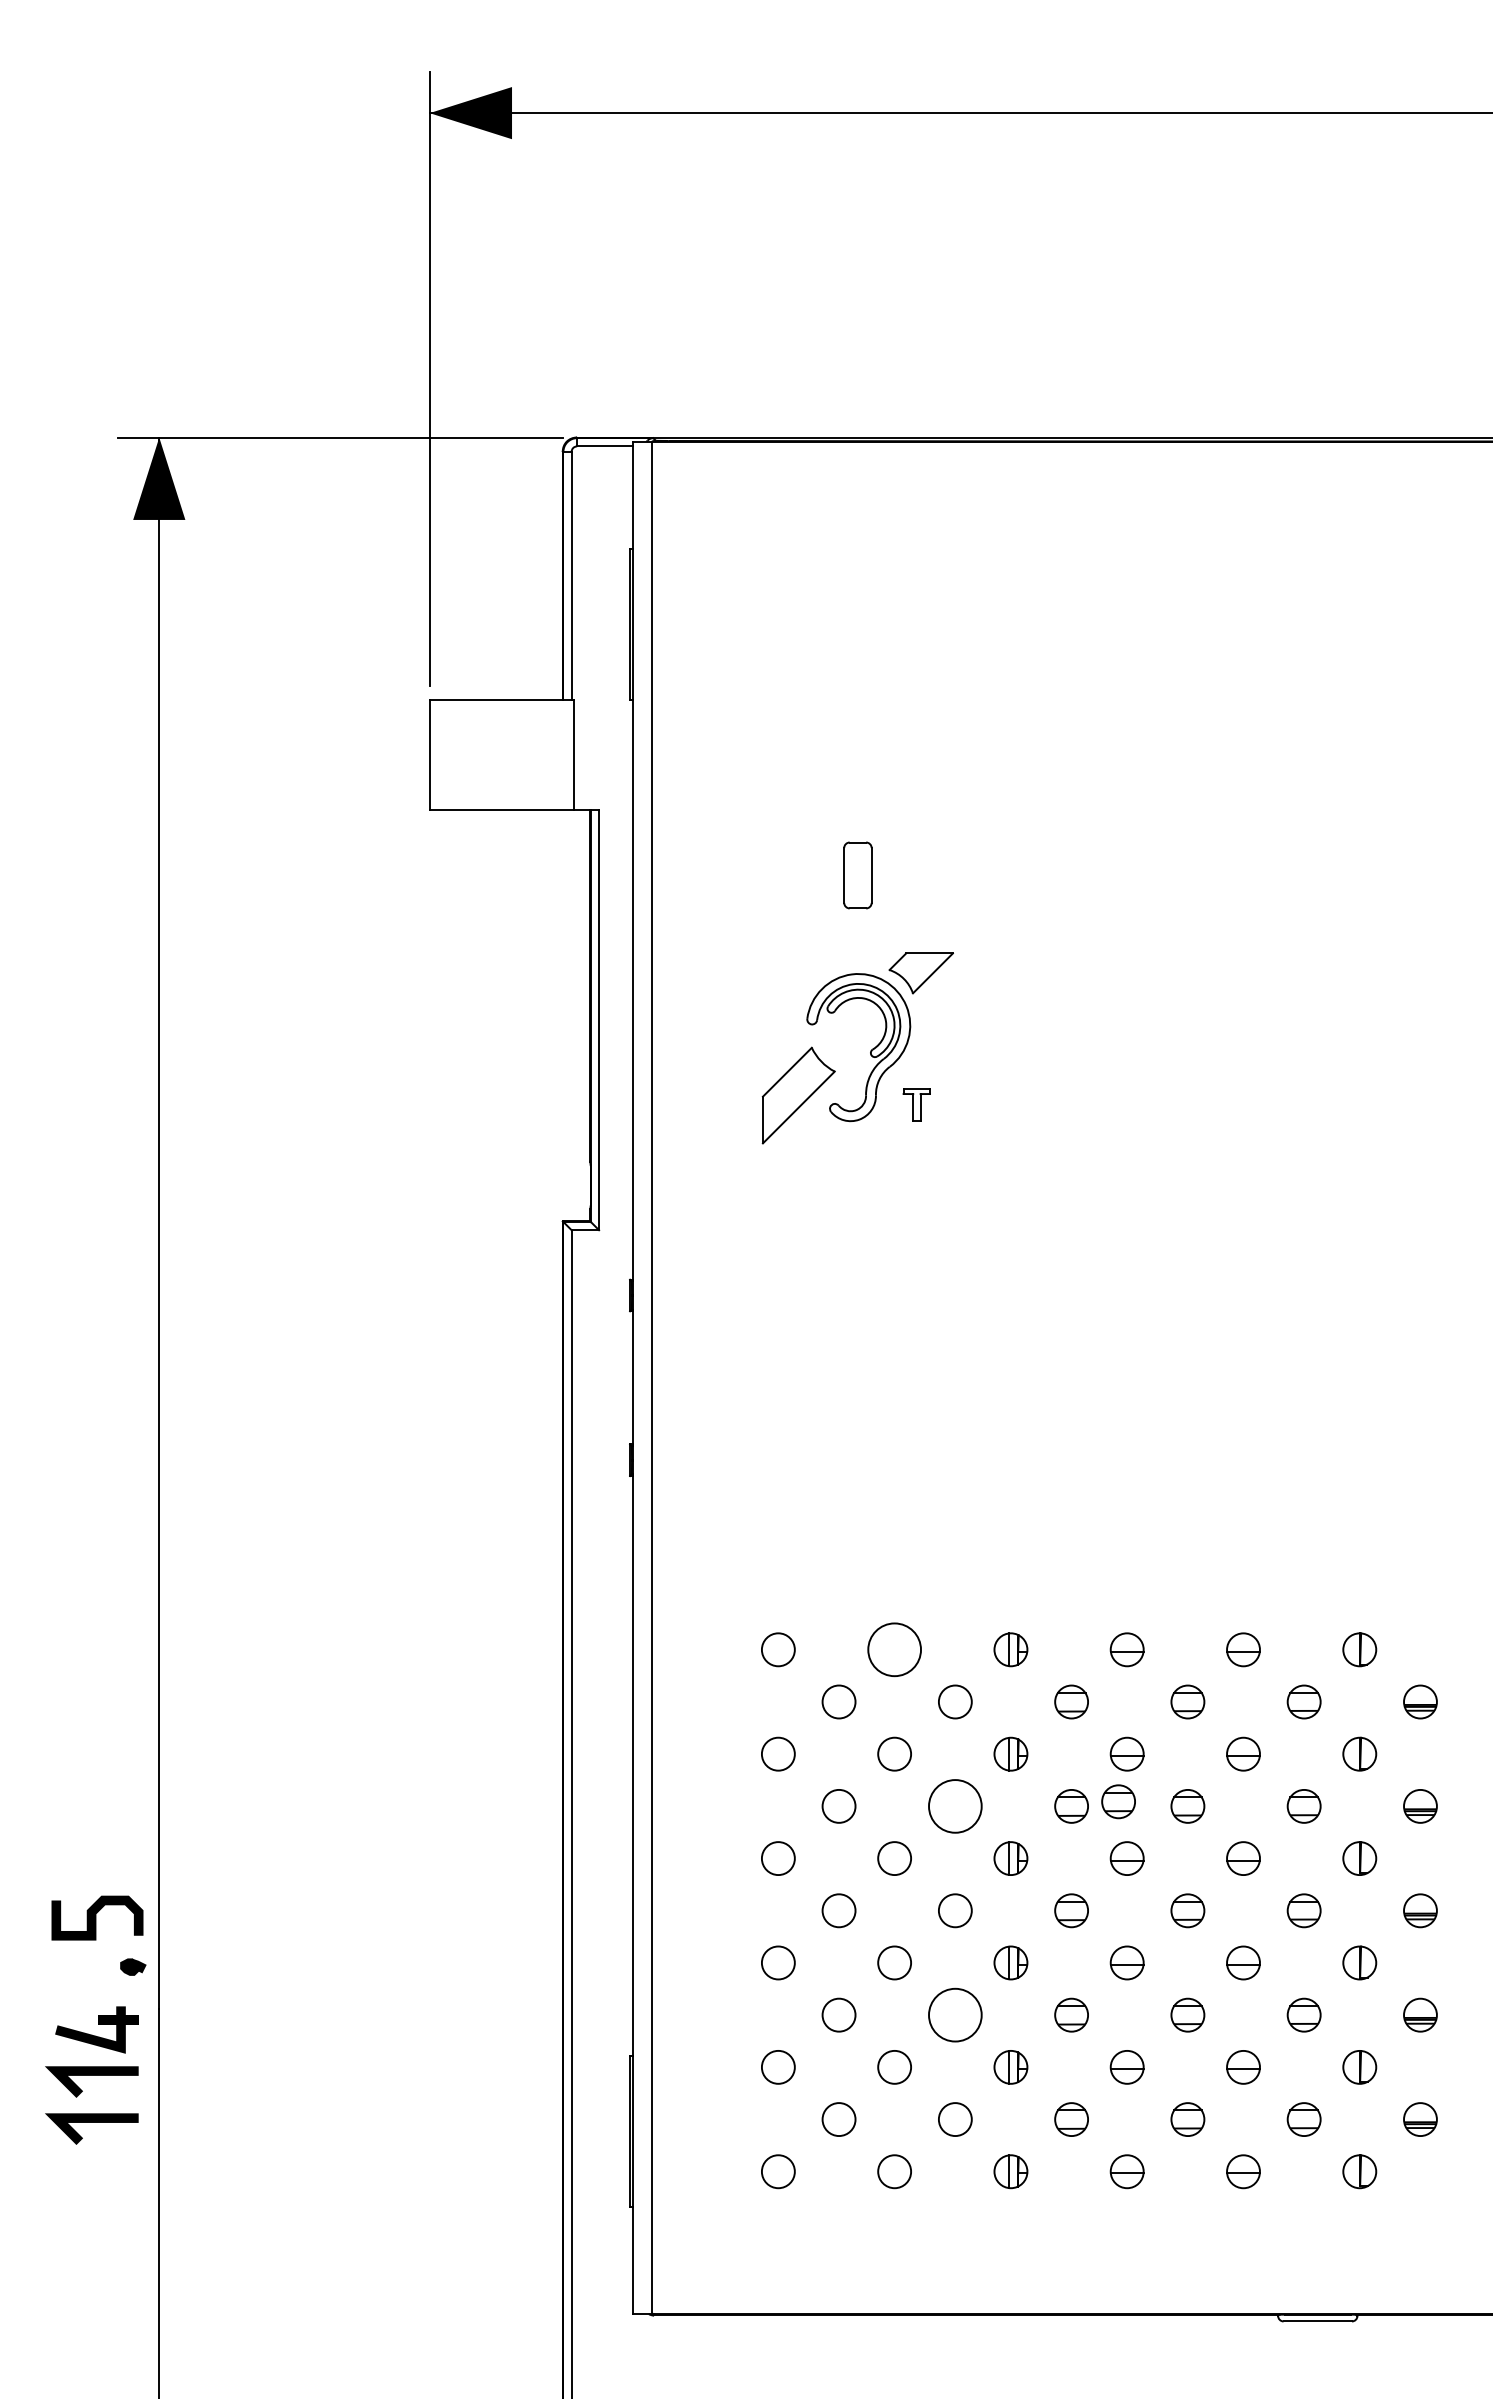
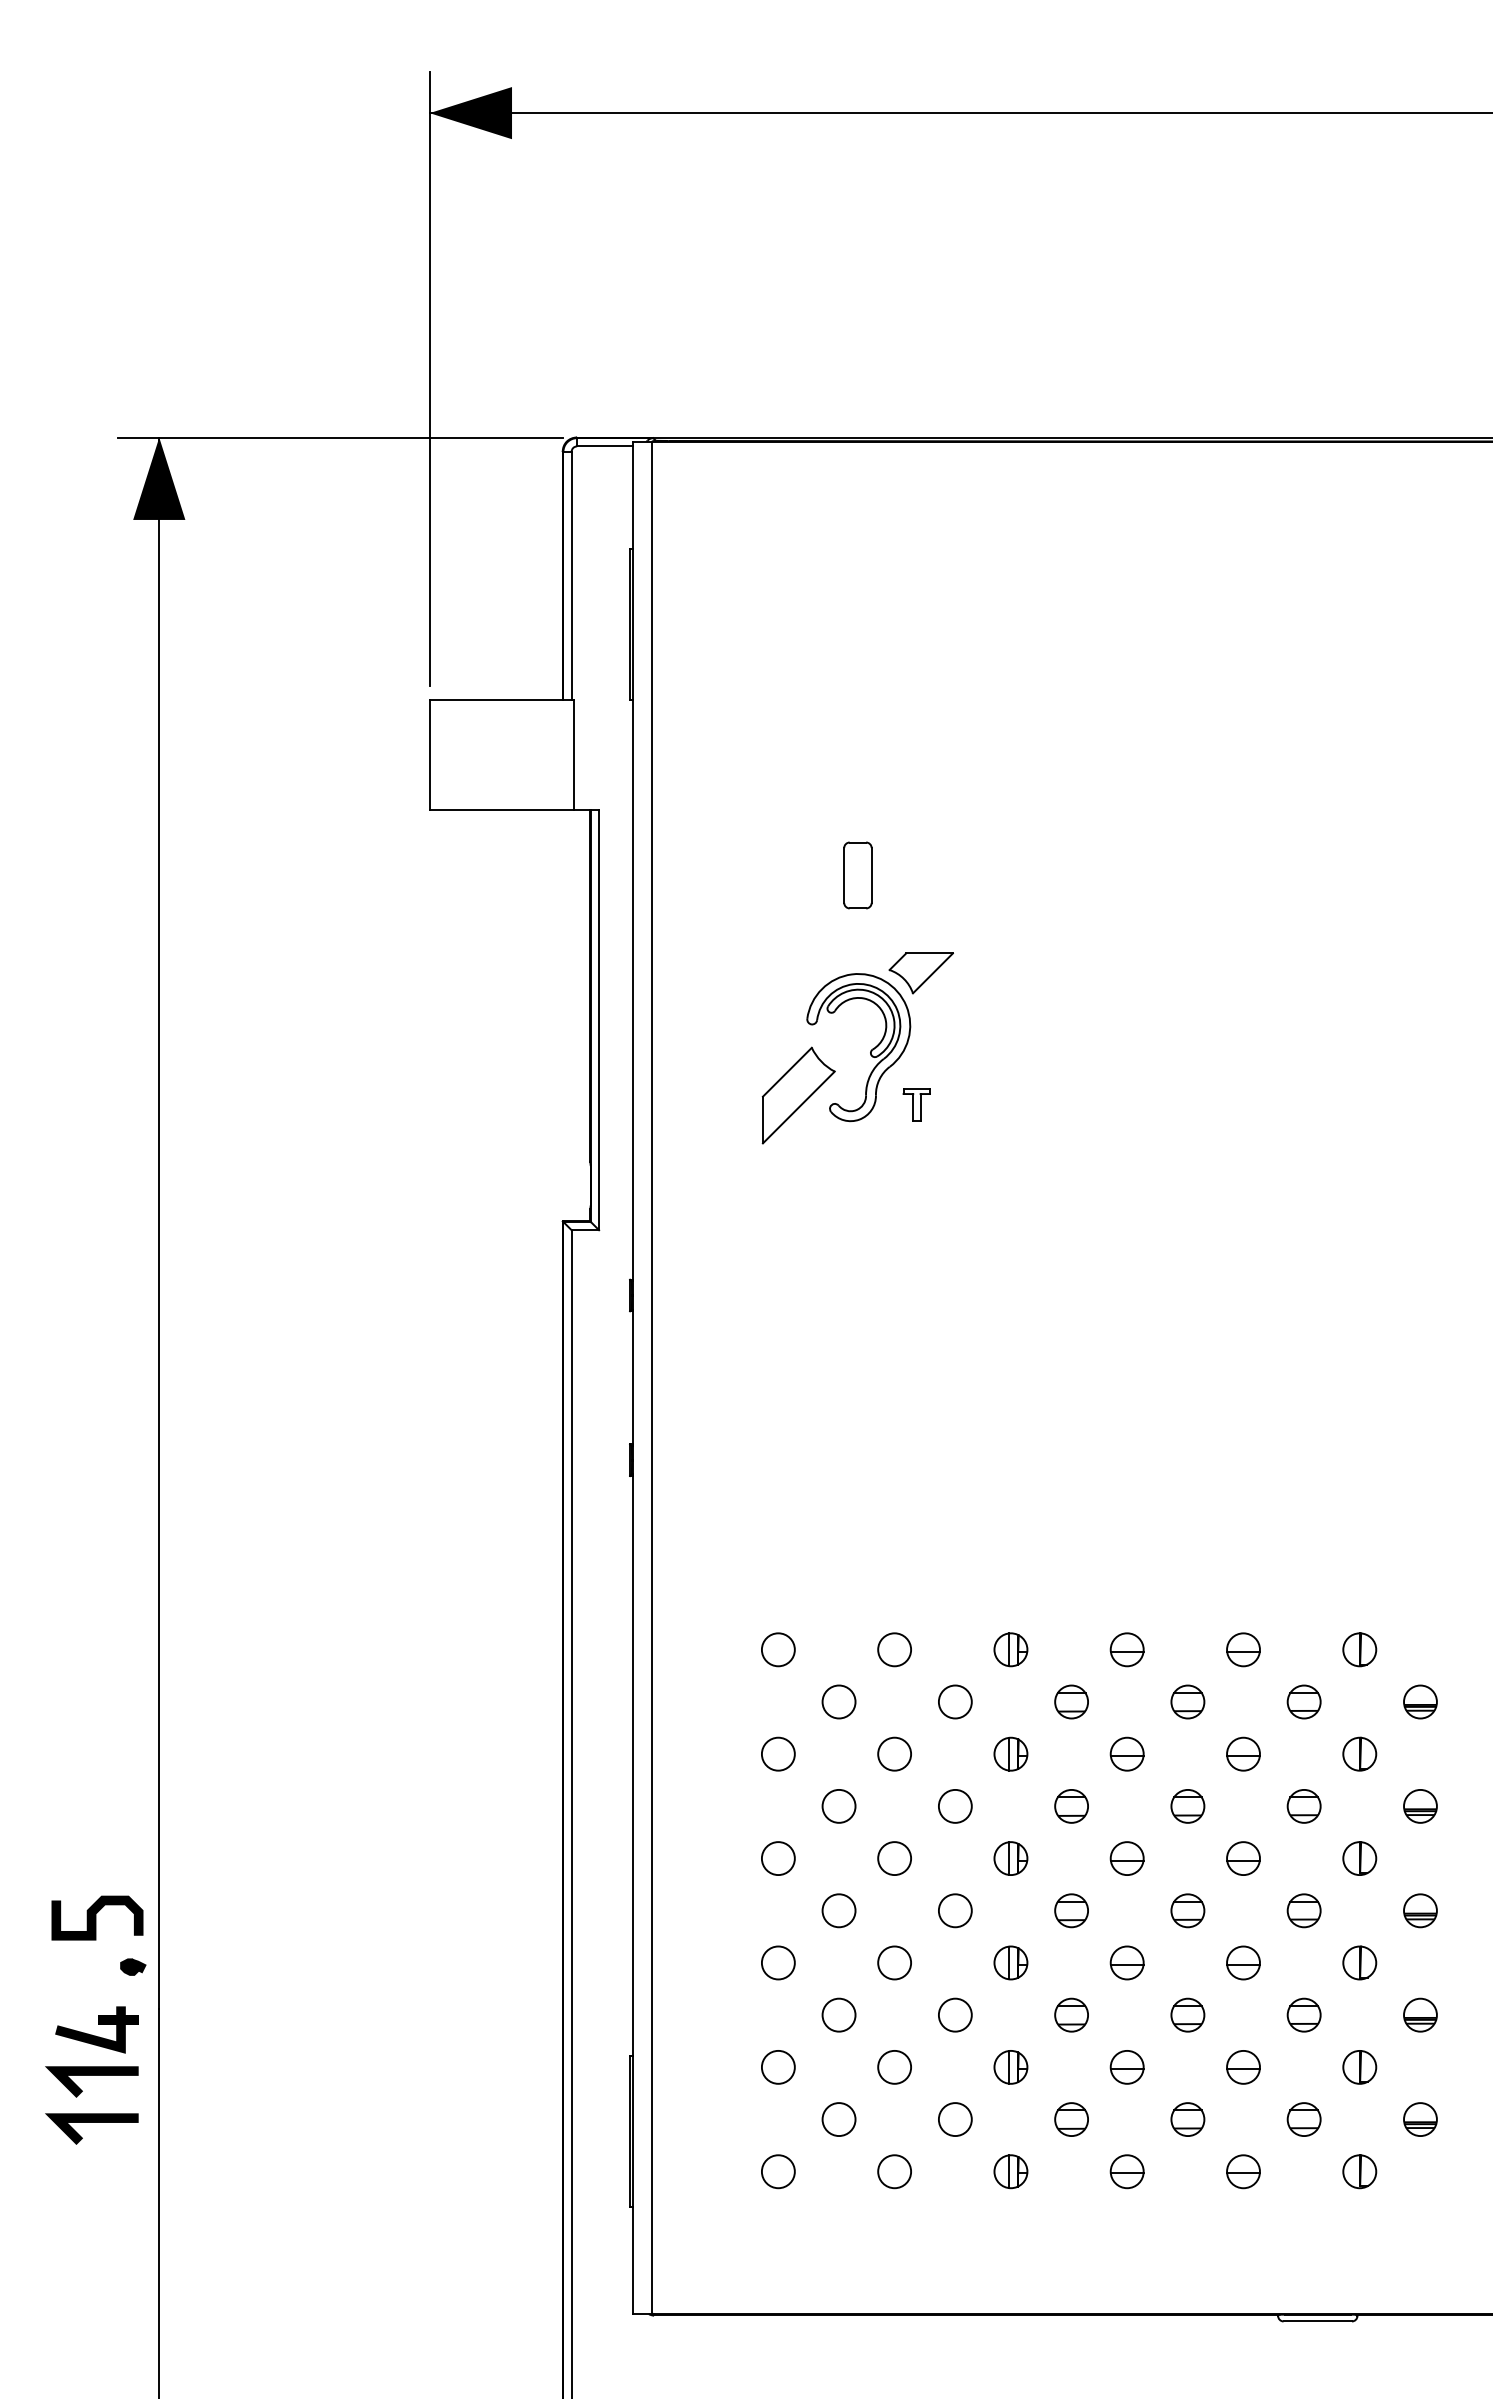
circle at (894, 1649) diameter: 53 px -> 33 px
part at (1118, 1801): present -> none
circle at (955, 1806) diameter: 53 px -> 33 px
circle at (955, 2014) diameter: 53 px -> 33 px
